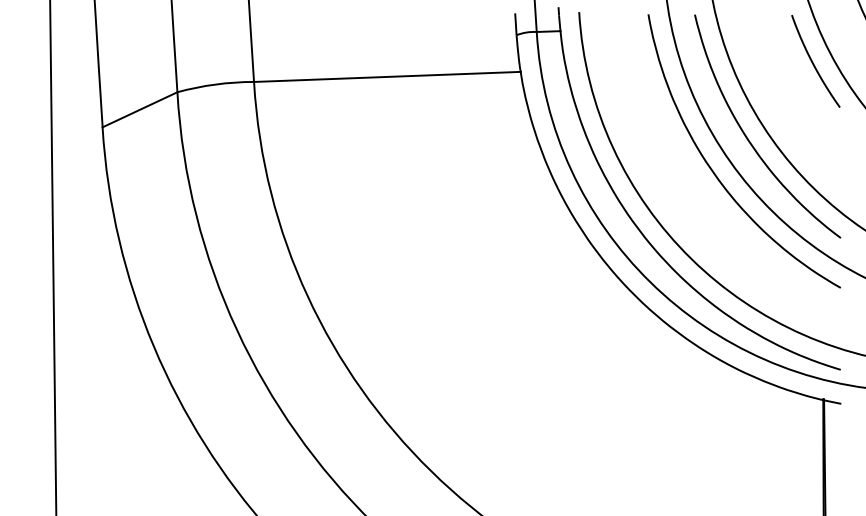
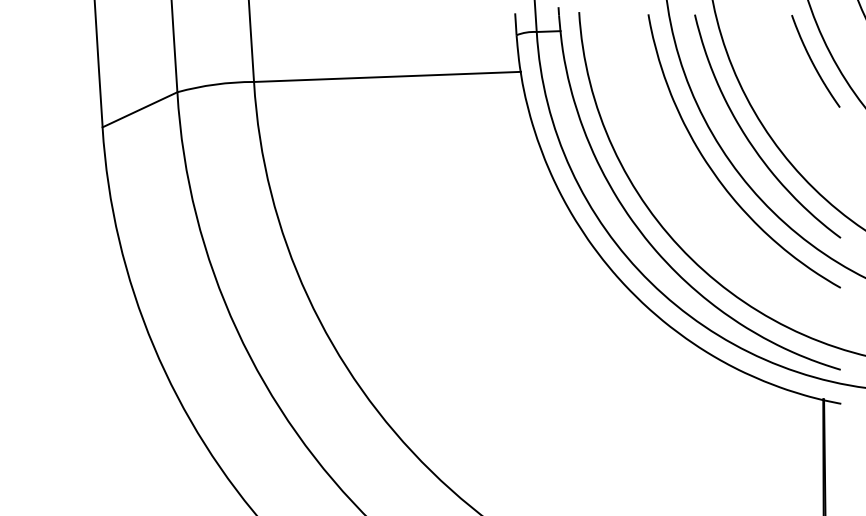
line at (53, 257): present -> none
